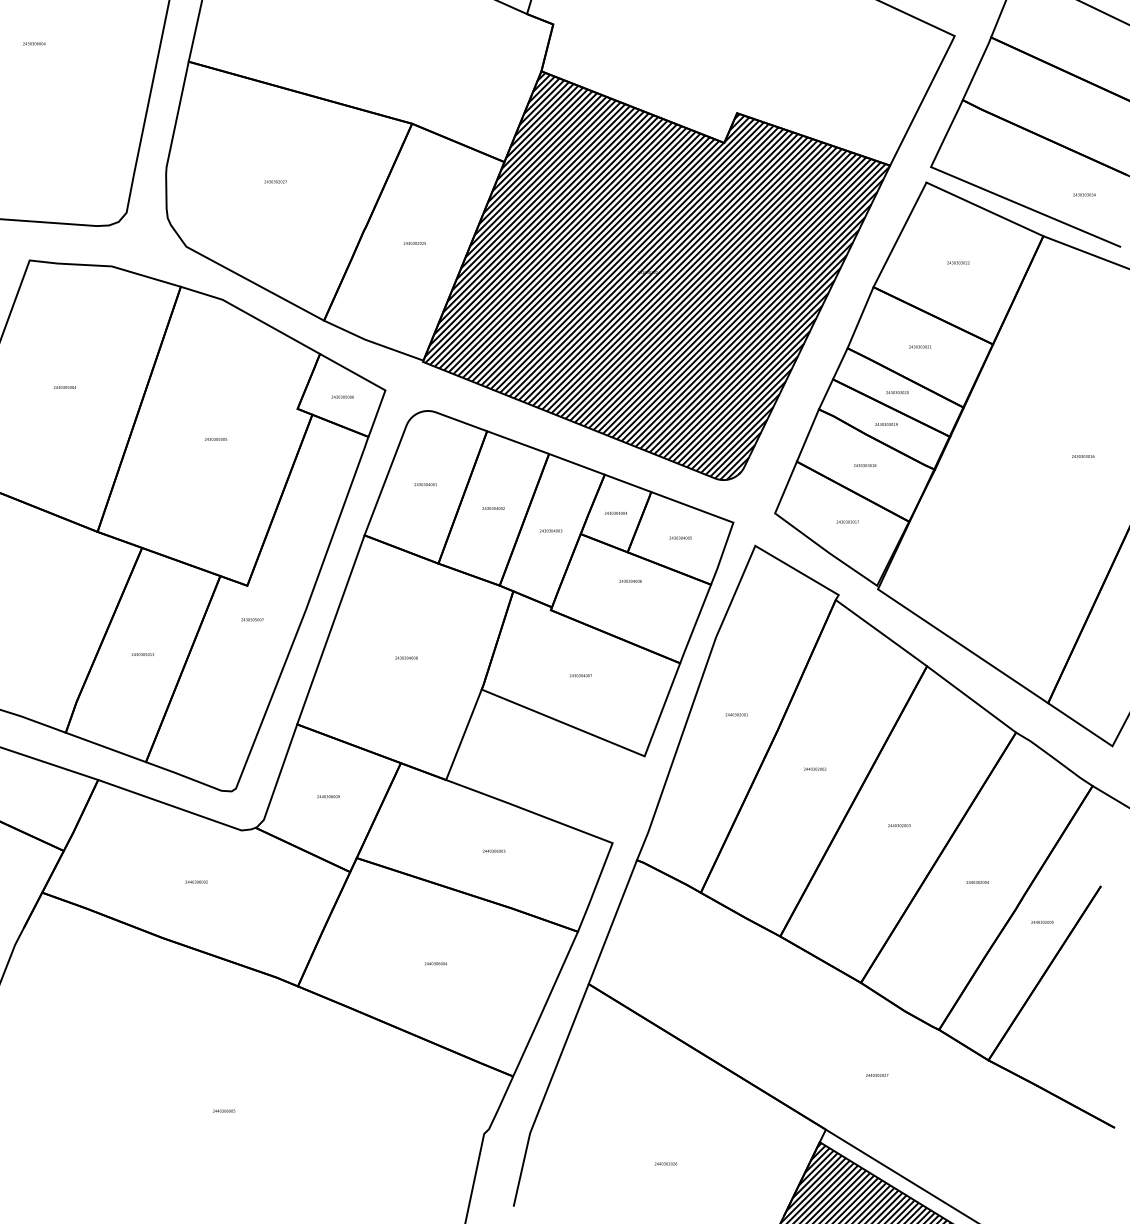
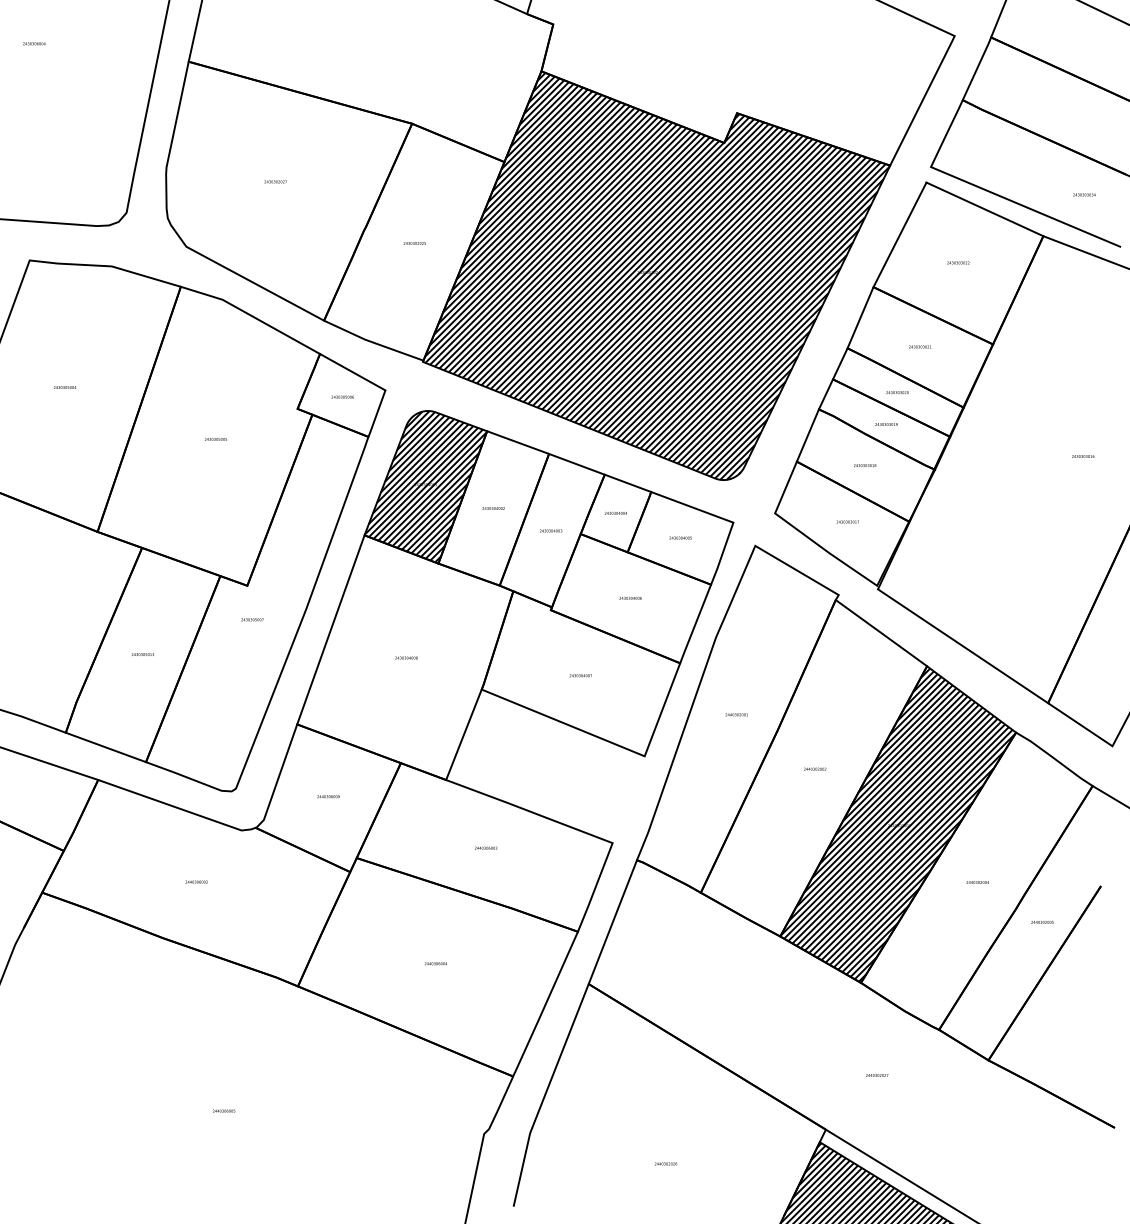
hatch at (425, 486): none -> present
text at (630, 580) position: (630, 580) -> (630, 597)
hatch at (897, 824): none -> present
text at (494, 850) position: (494, 850) -> (486, 847)
